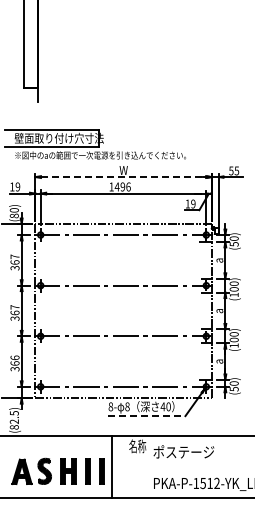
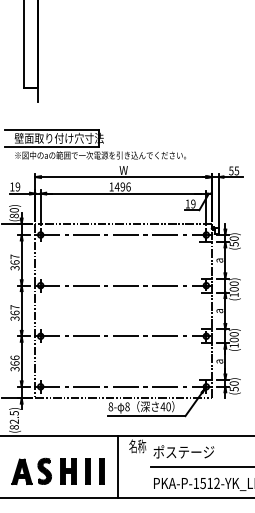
line at (123, 177): dashed -> solid
line at (146, 416): dashed -> solid
line at (111, 466) position: (111, 466) -> (117, 466)
line at (200, 466): none -> present
